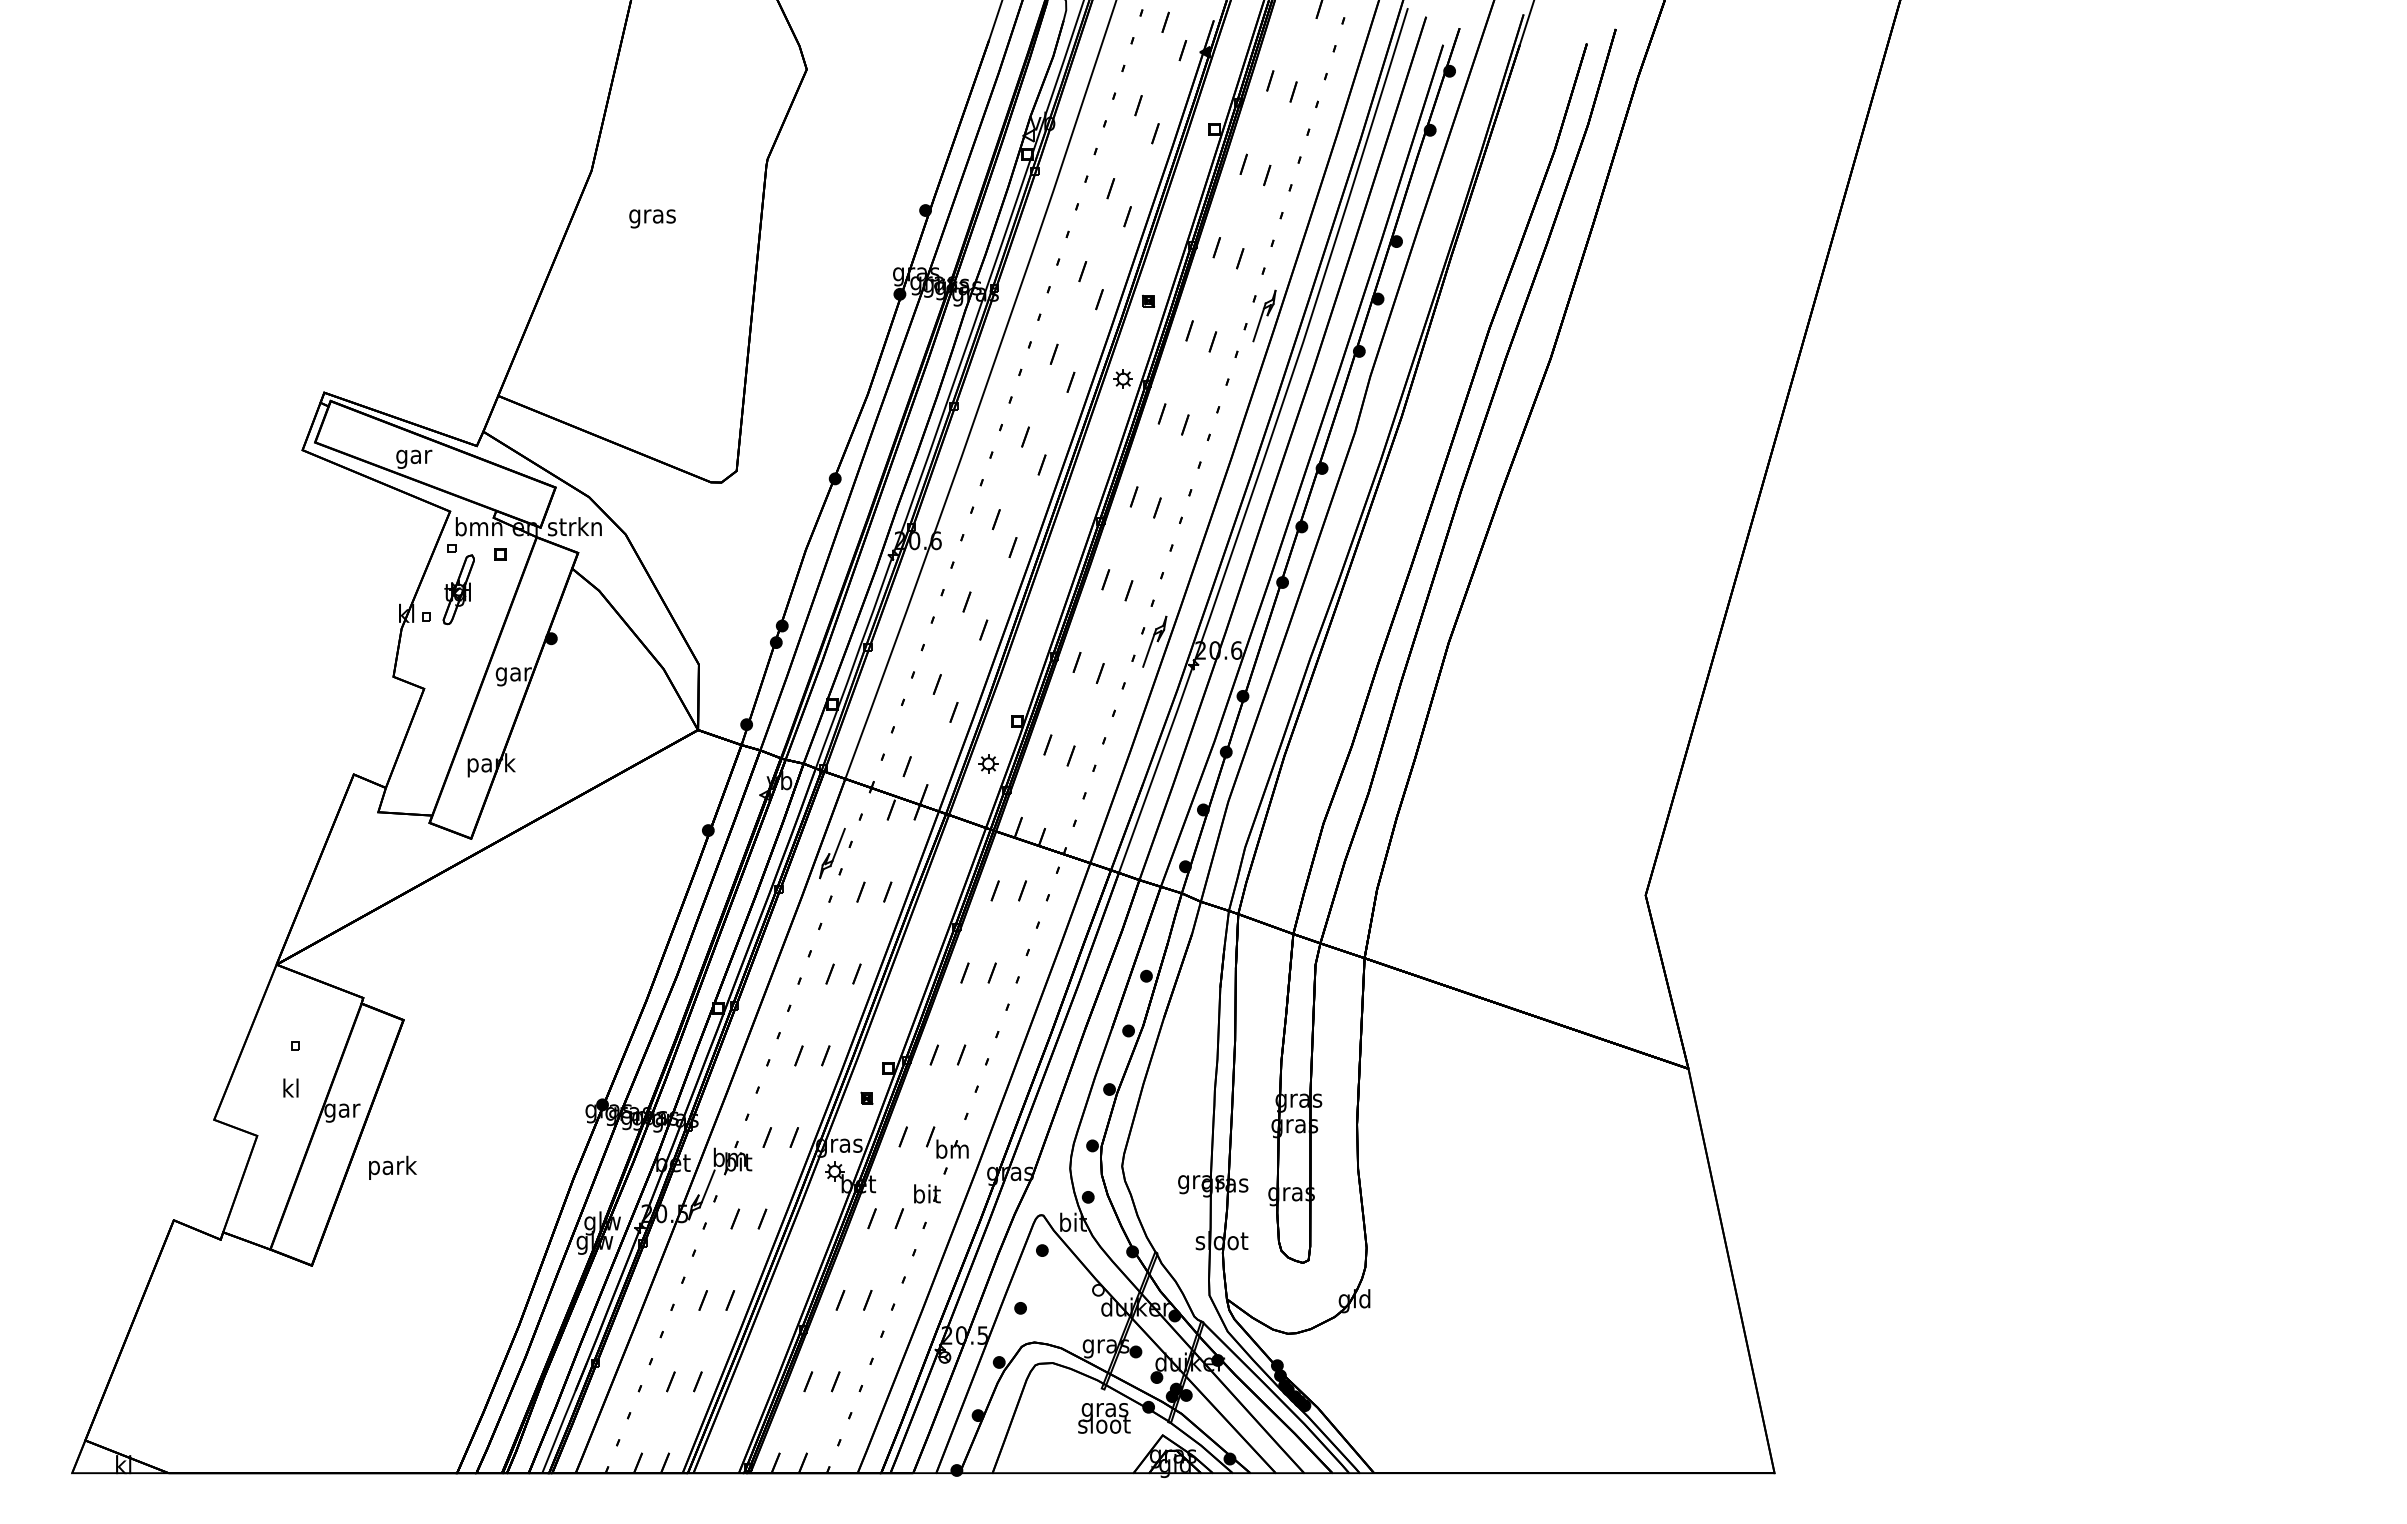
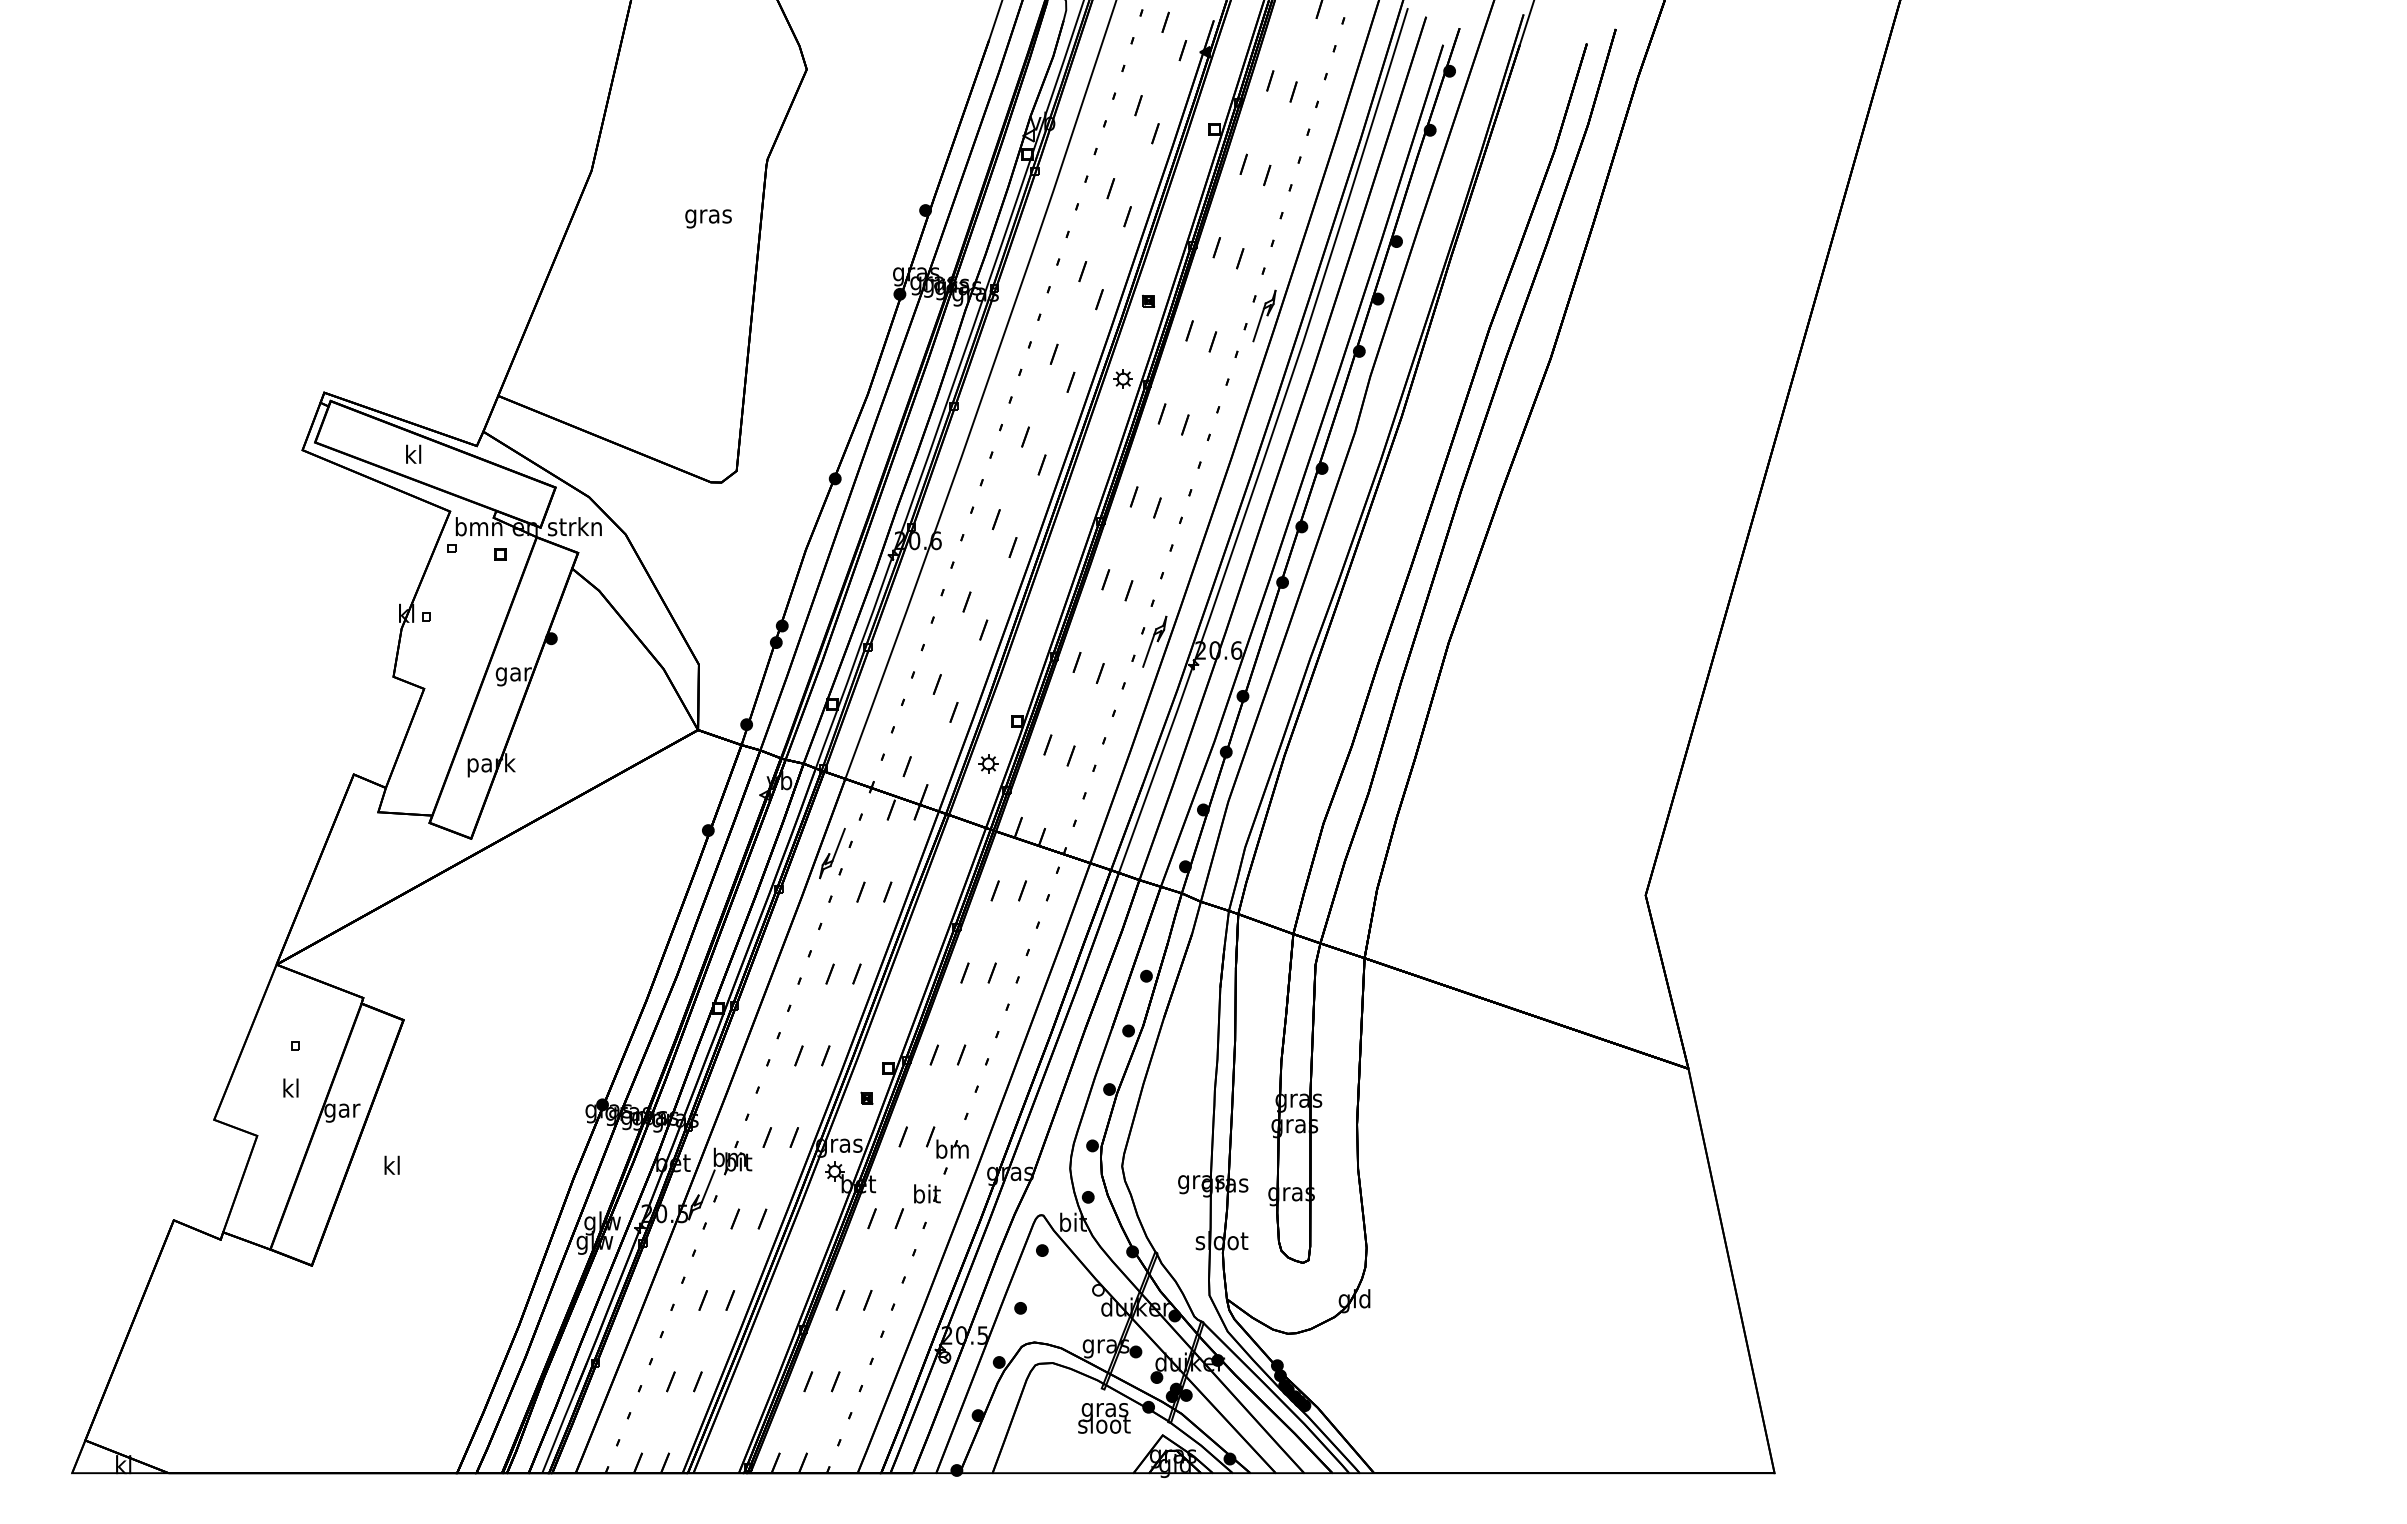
text at (652, 218) position: (652, 218) -> (708, 218)
text at (414, 456): gar -> kl
part at (458, 589): present -> none
text at (392, 1167): park -> kl
